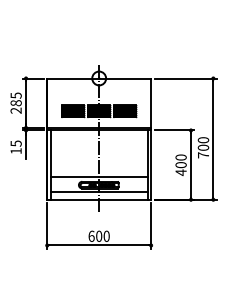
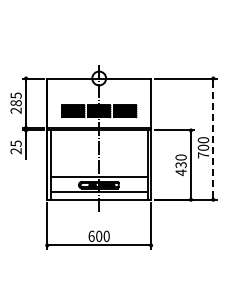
line at (213, 139): solid -> dashed
text at (15, 151): 15 -> 25
text at (180, 165): 400 -> 430
